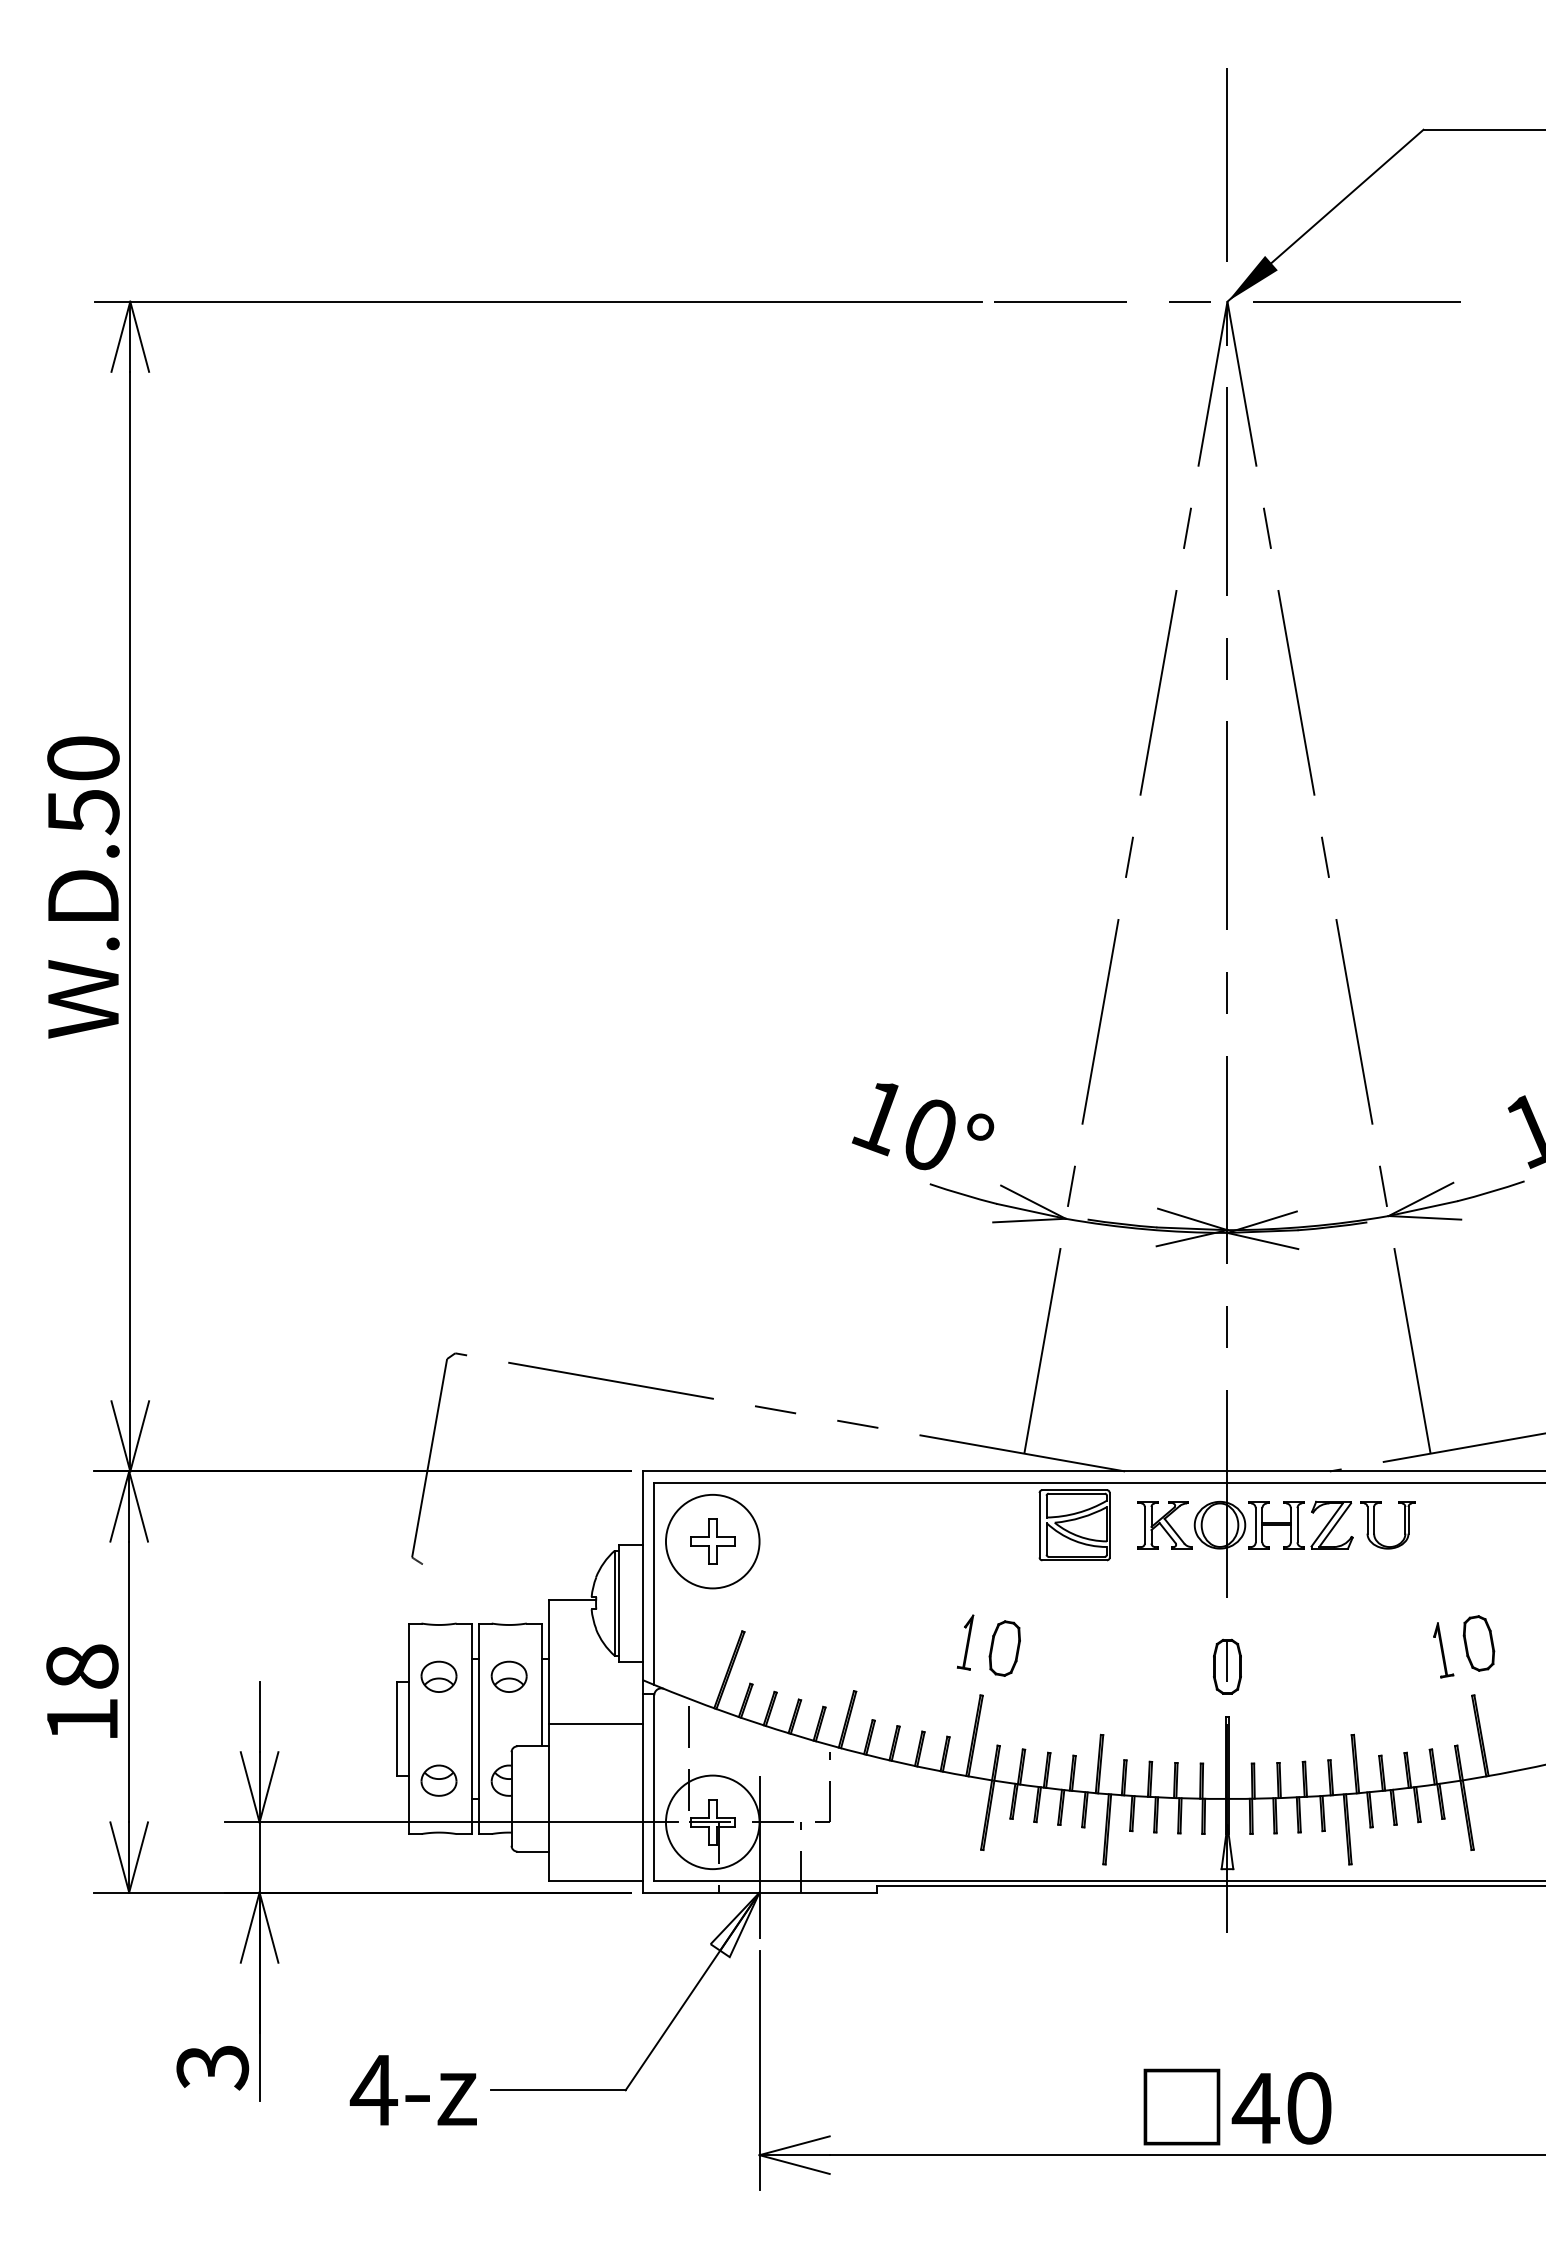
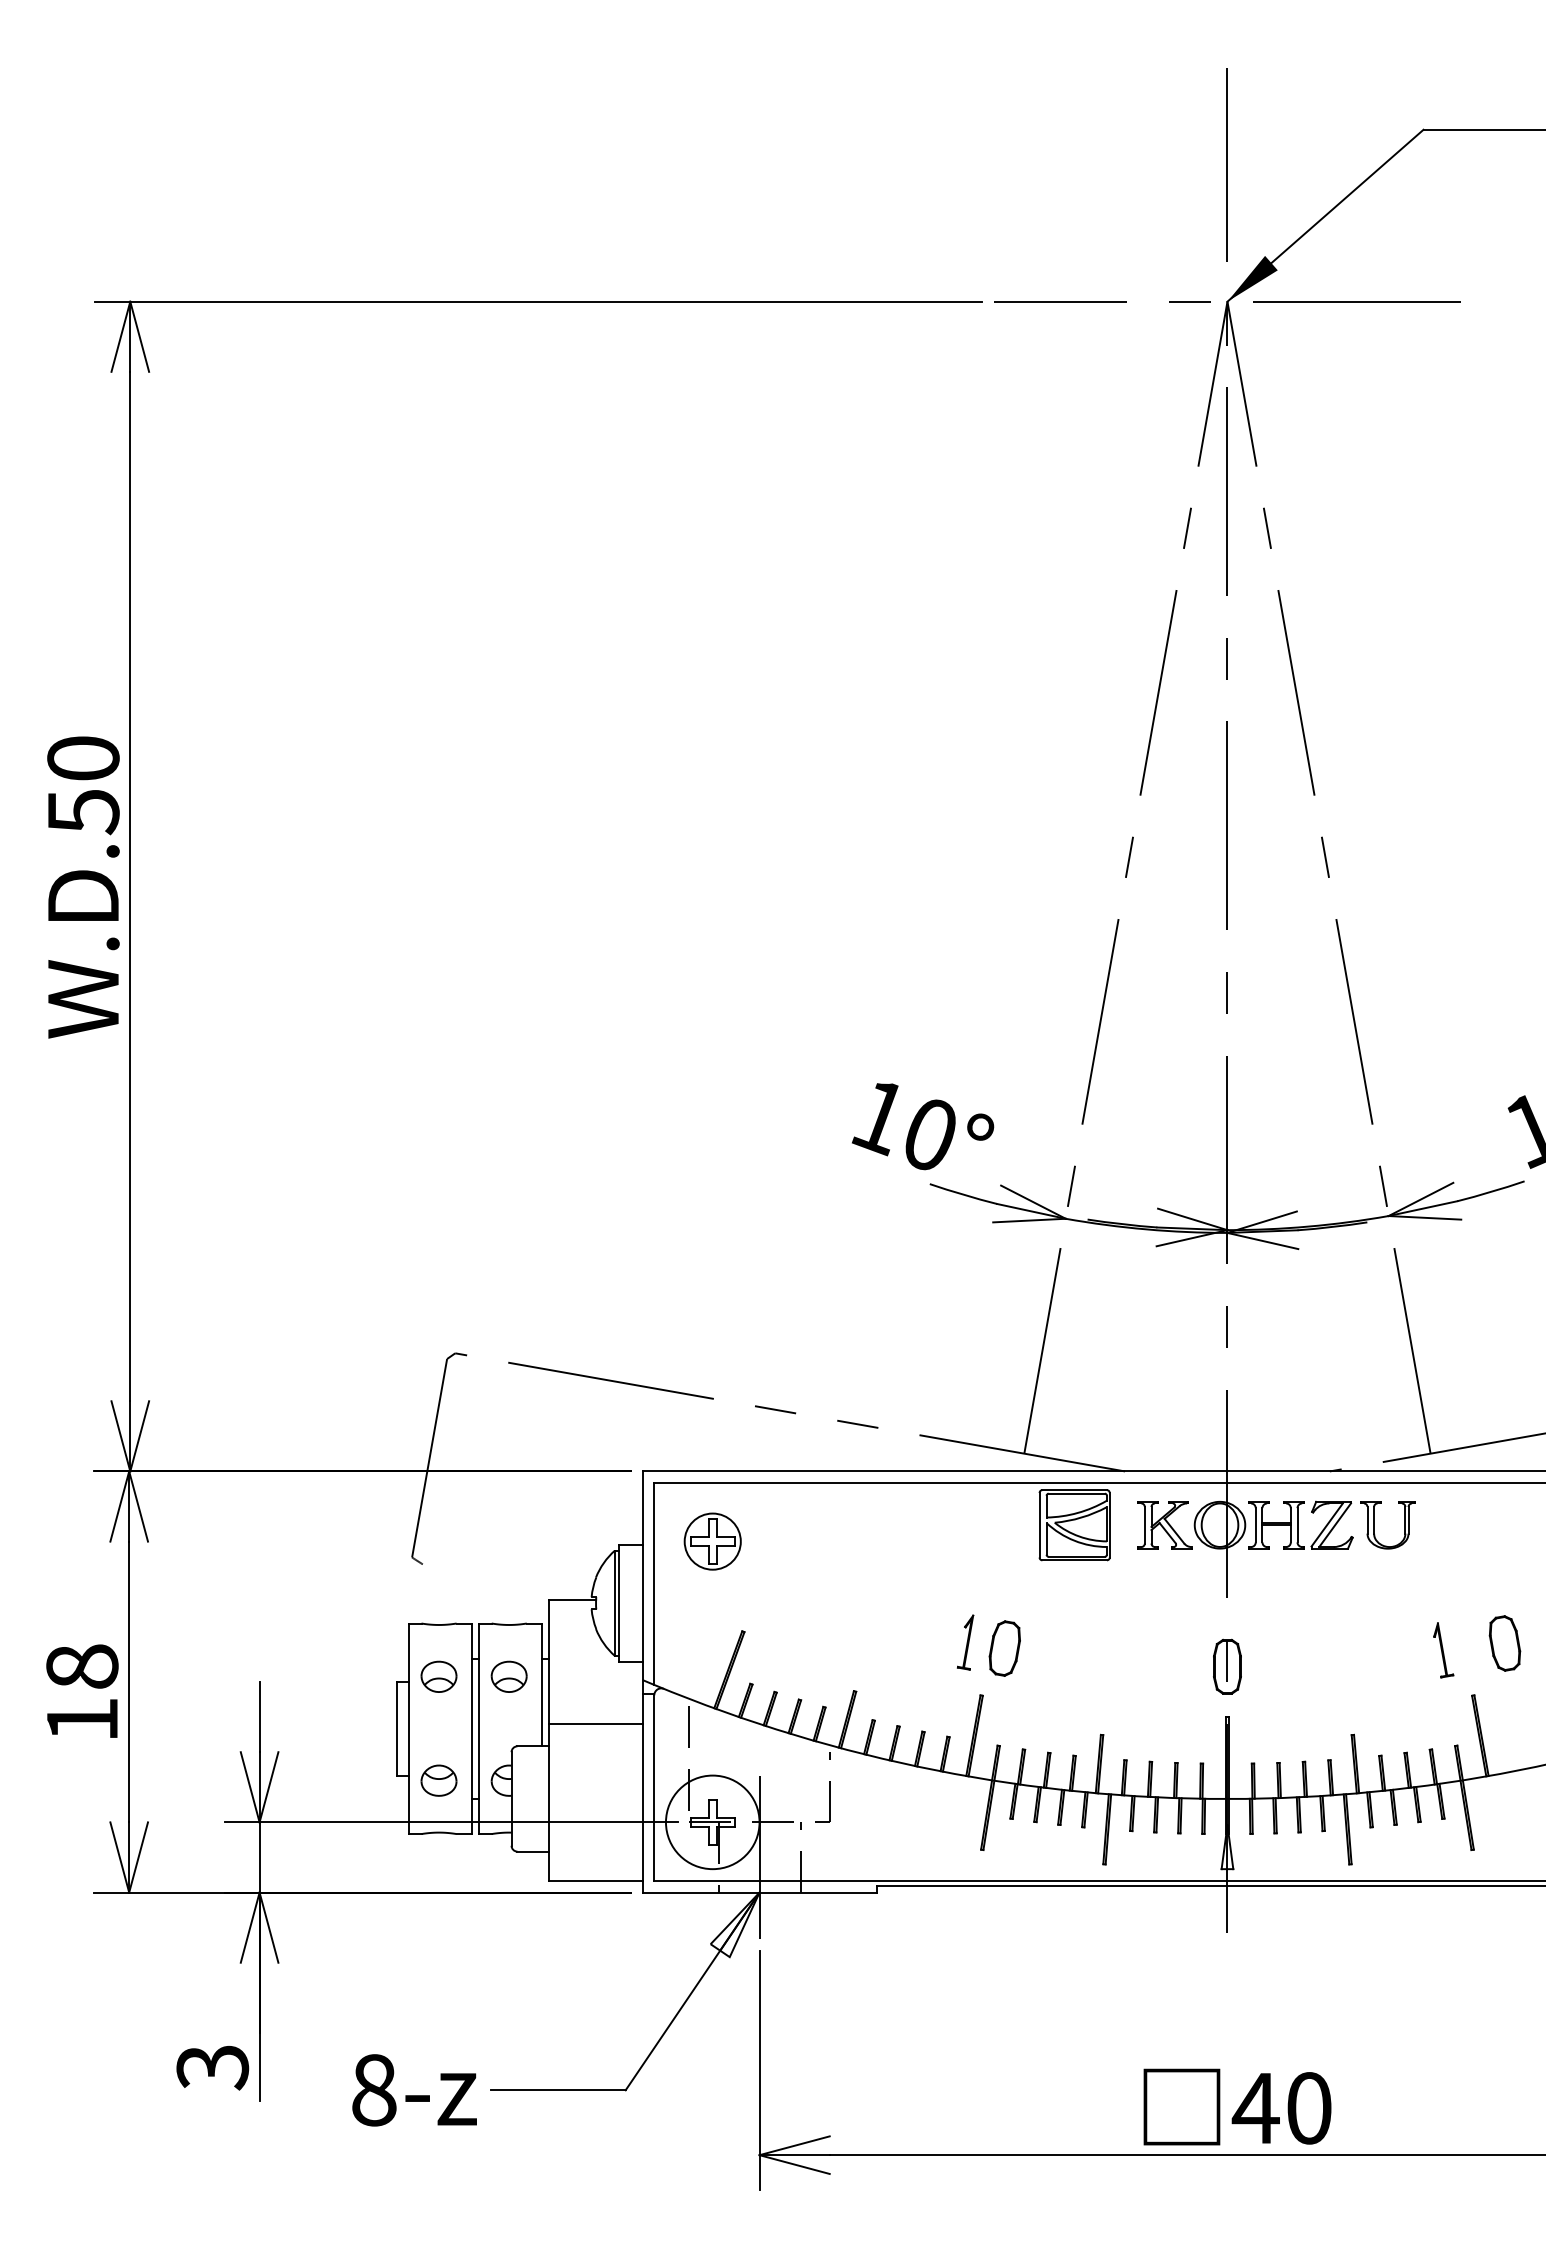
circle at (712, 1541) diameter: 94 px -> 56 px
part at (1478, 1643) position: (1478, 1643) -> (1504, 1643)
text at (373, 2090): 4-z -> 8-z
